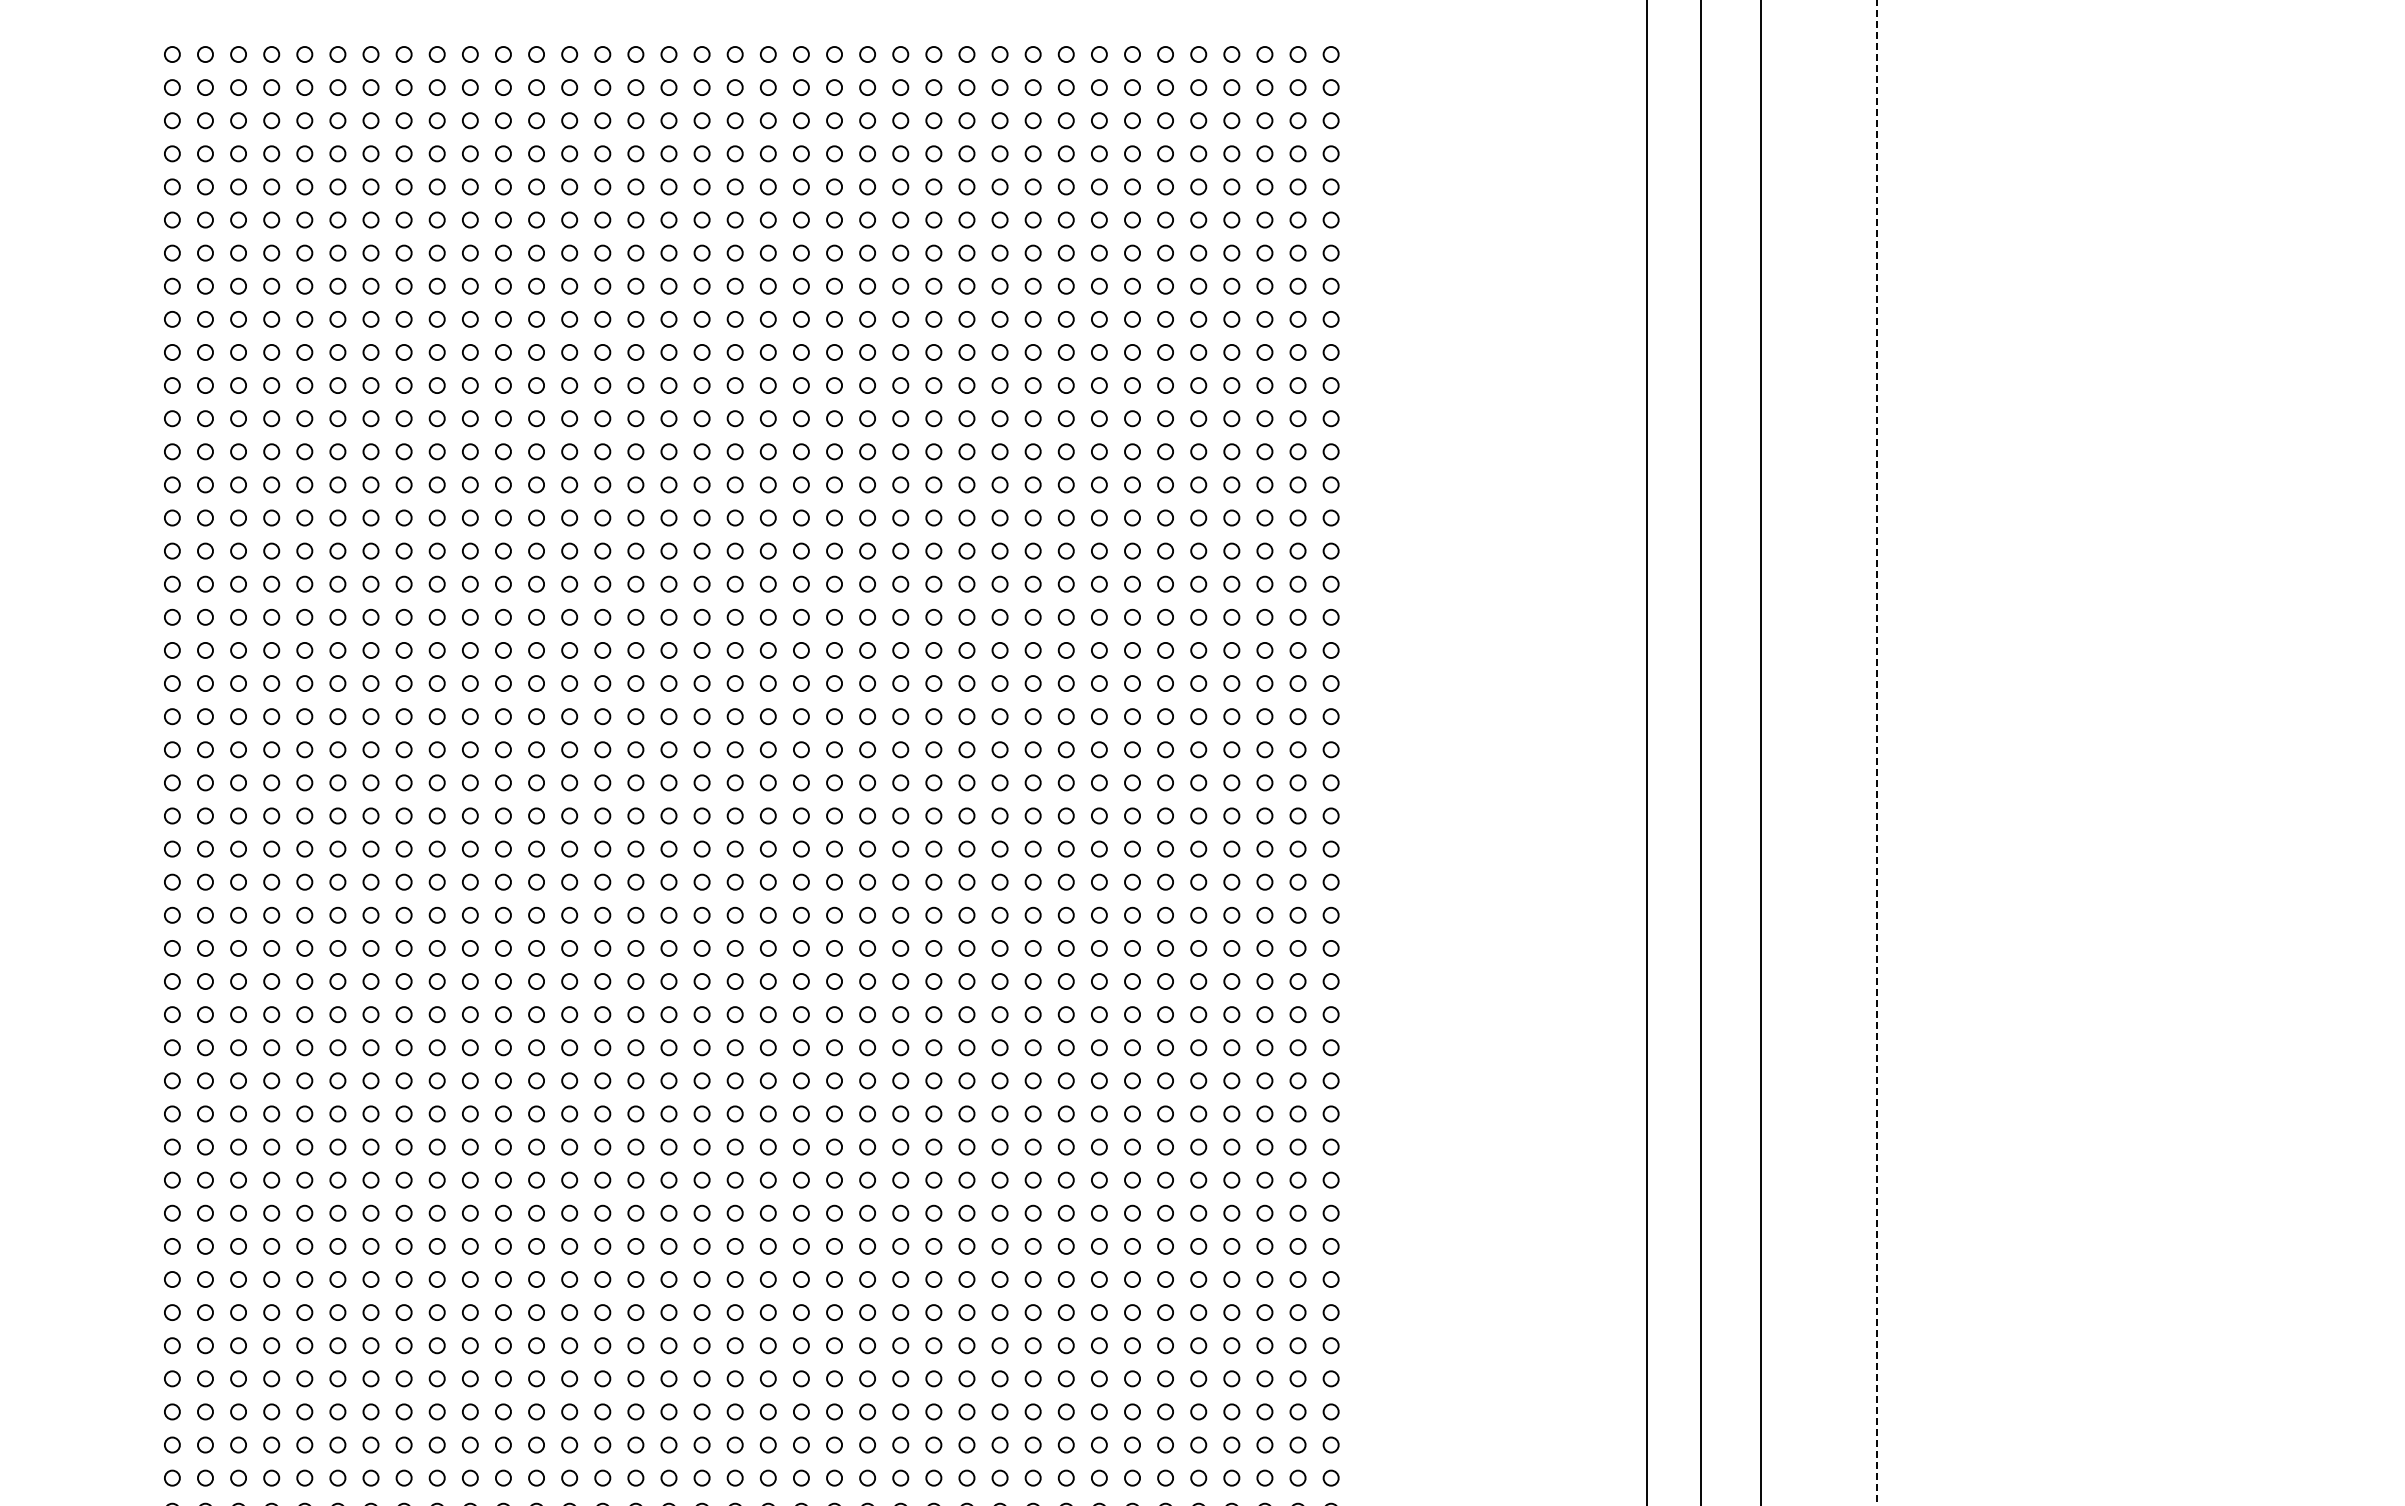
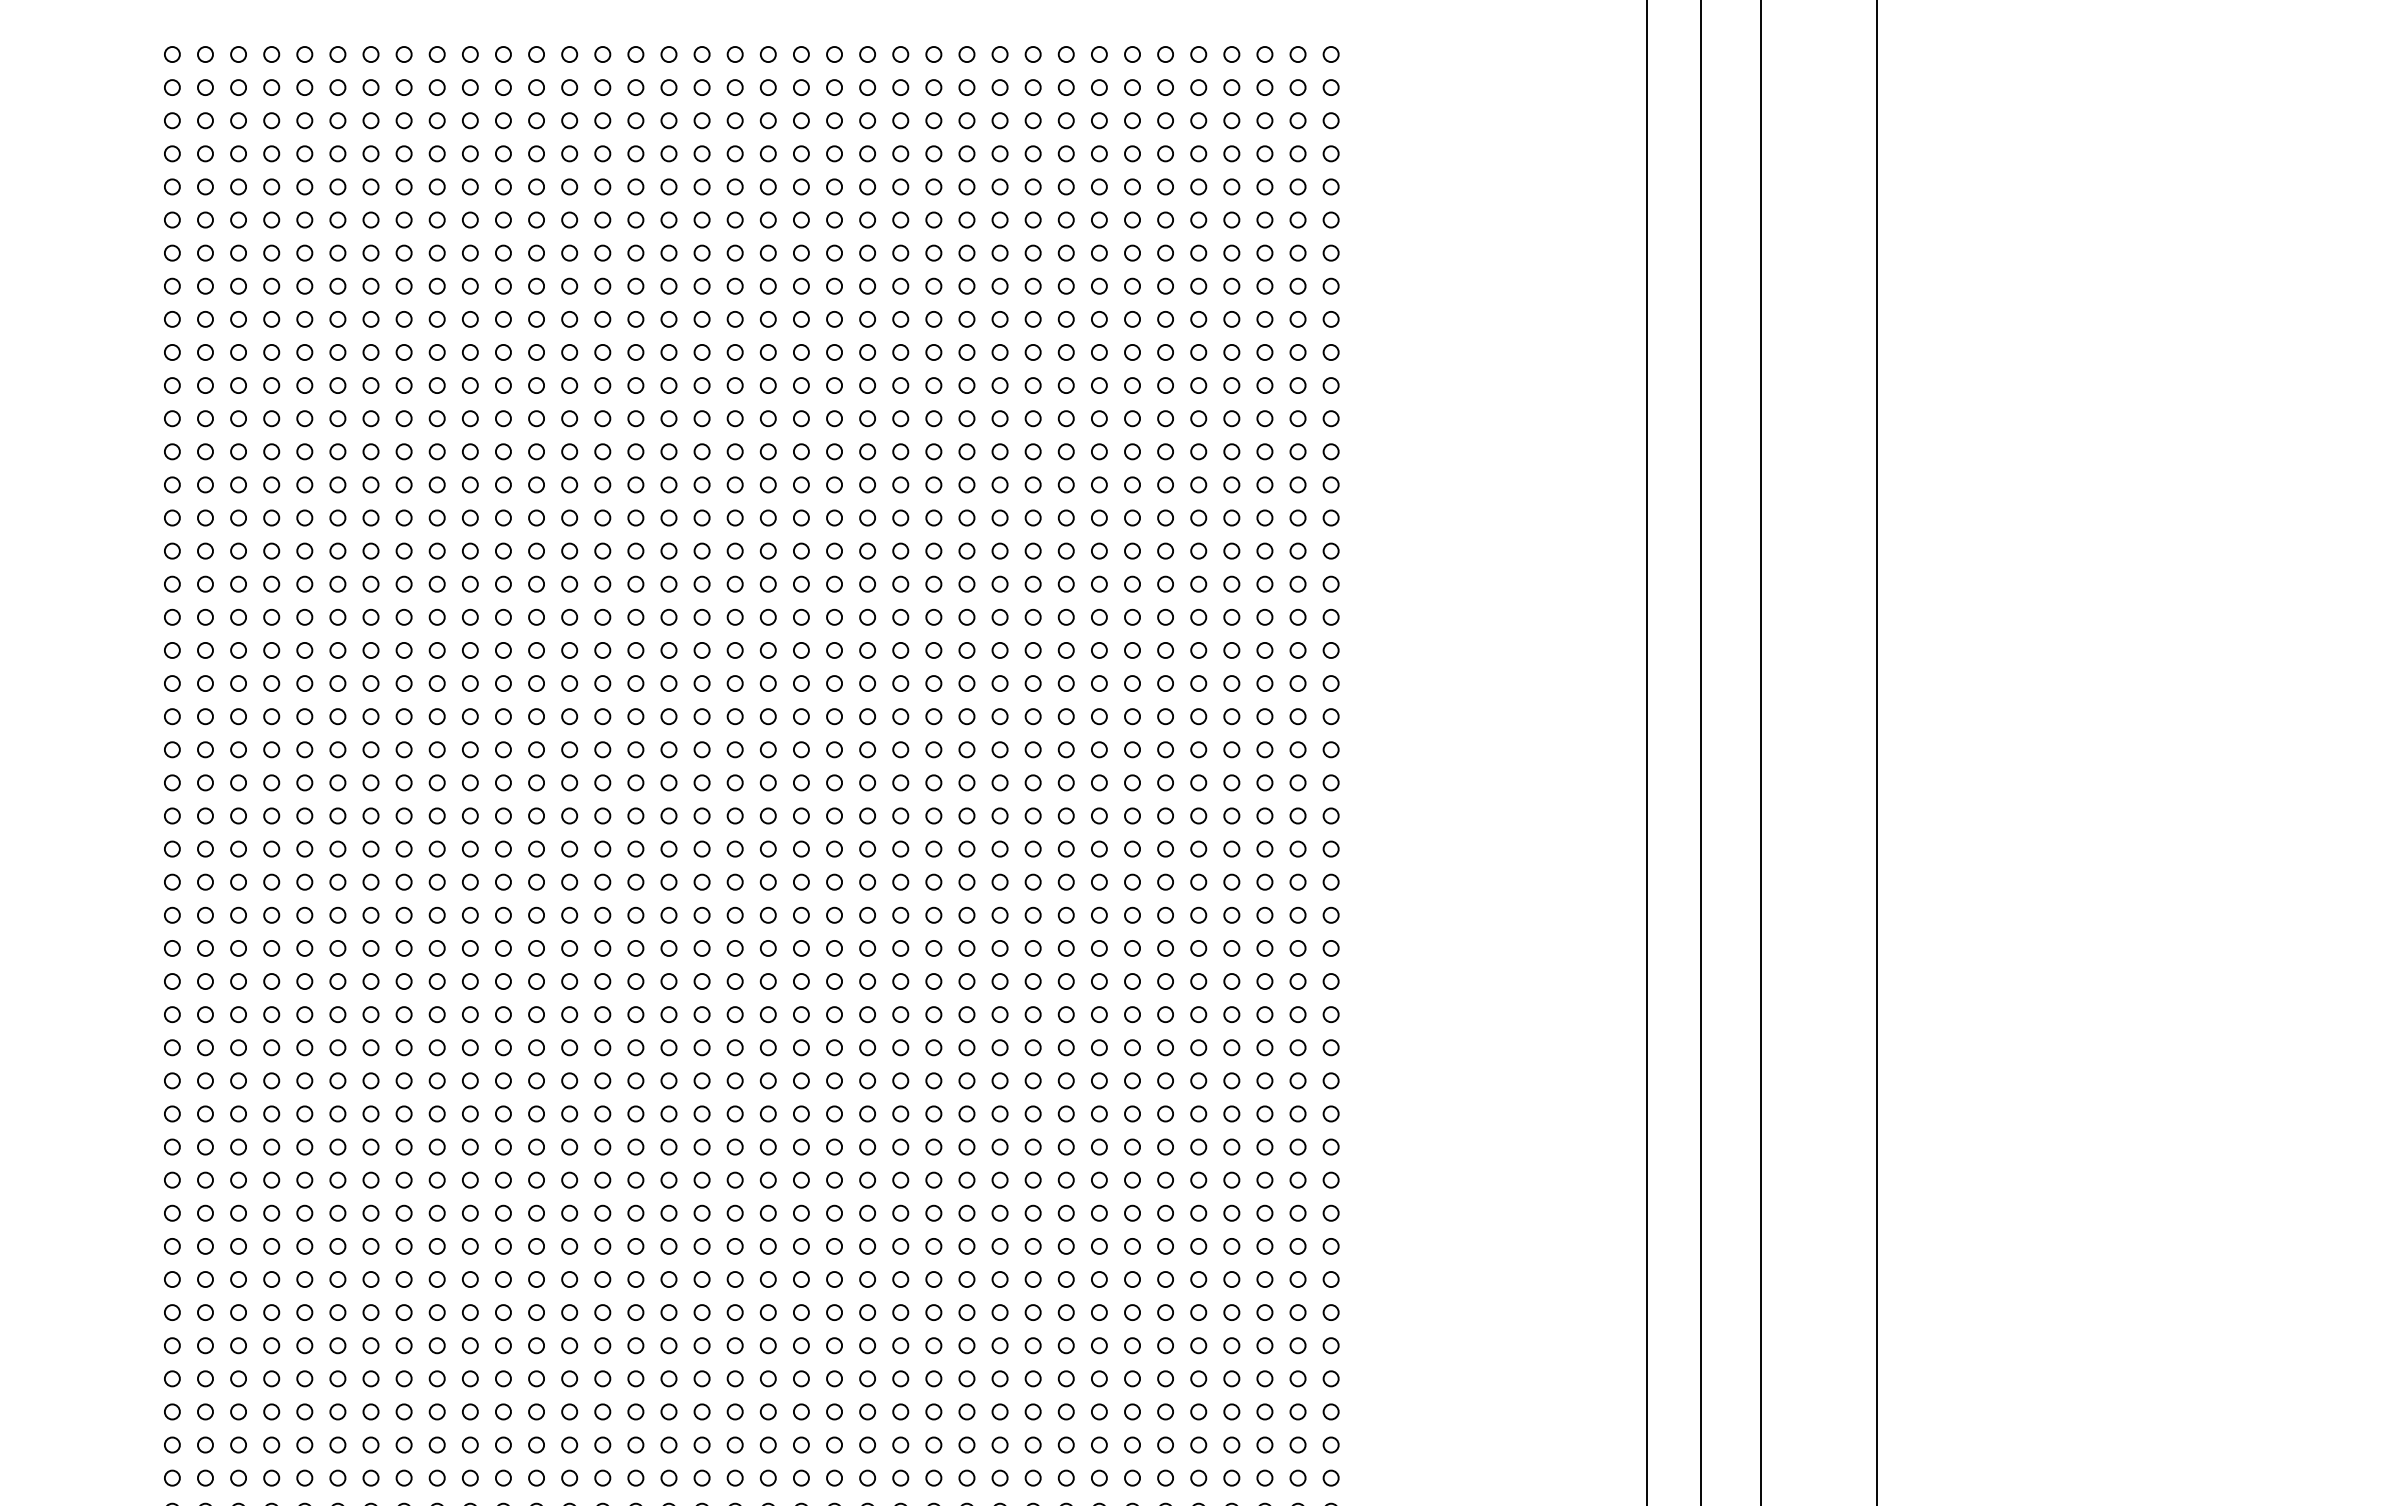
line at (1877, 751): dashed -> solid
